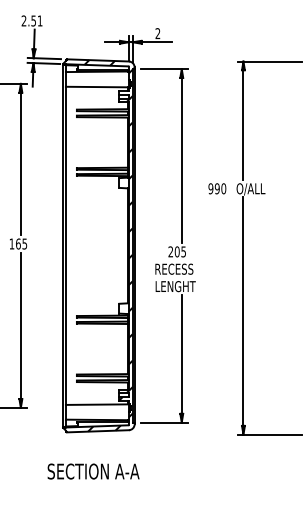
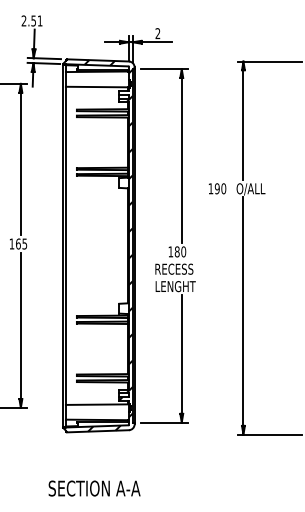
text at (210, 188): 990 -> 190
text at (177, 251): 205 -> 180
text at (93, 471) position: (93, 471) -> (94, 488)
